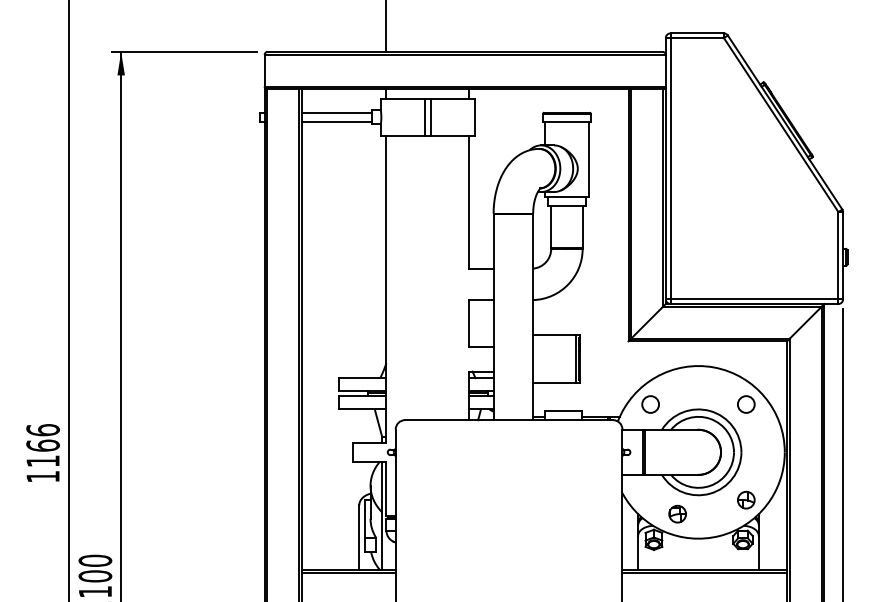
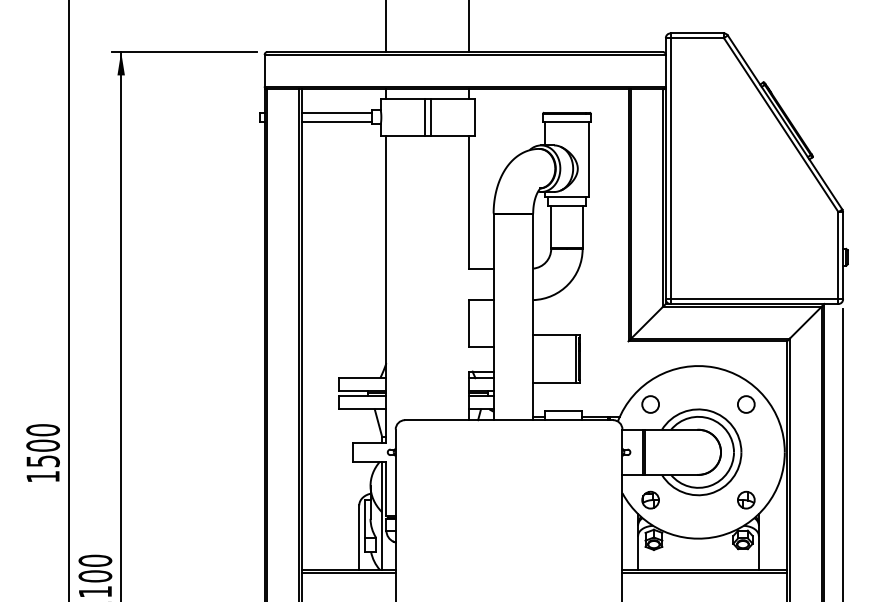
line at (469, 27): none -> present
text at (42, 445): 1166 -> 1500
part at (677, 513) position: (677, 513) -> (650, 499)
